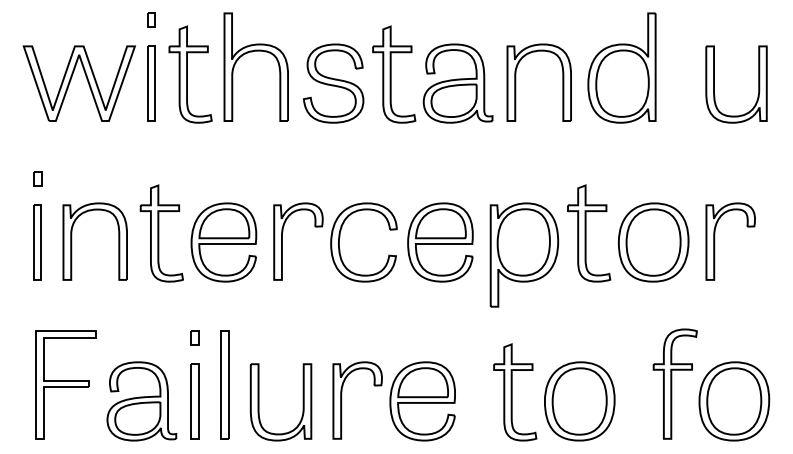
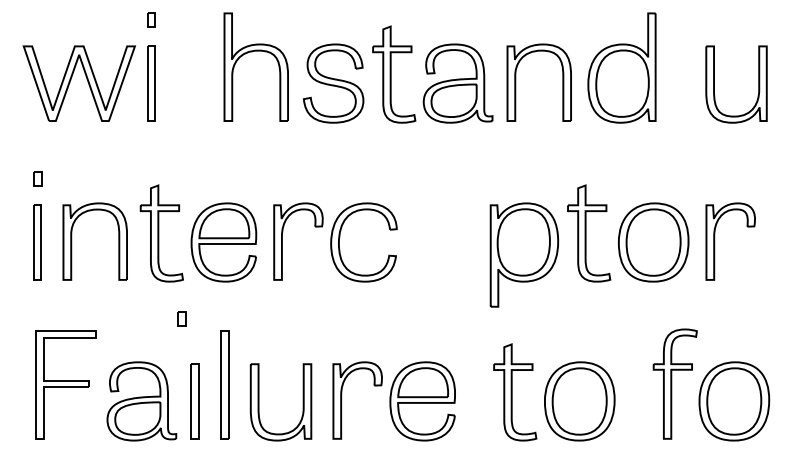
part at (190, 74): present -> none
part at (440, 242): present -> none
part at (194, 337) position: (194, 337) -> (181, 318)
